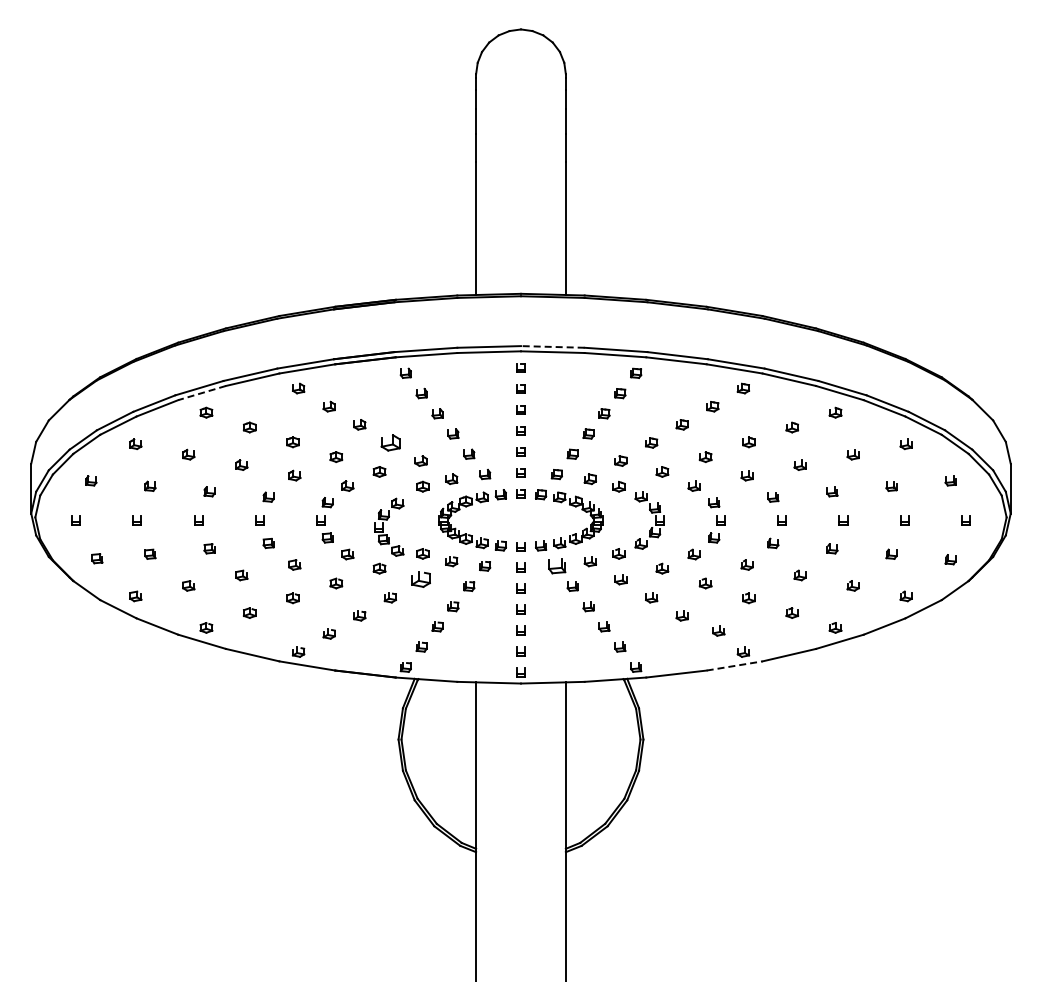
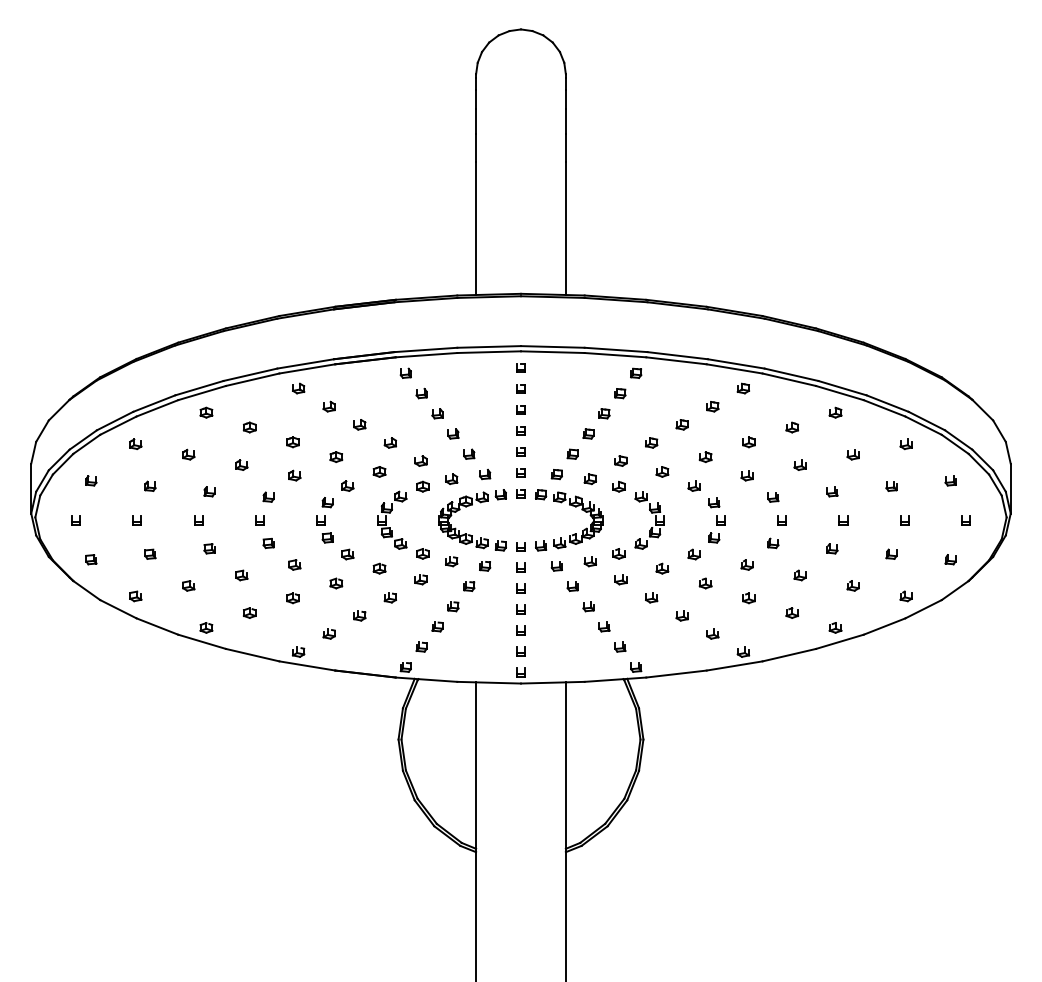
line at (552, 346): dashed -> solid
line at (202, 393): dashed -> solid
part at (390, 442) size: 21x18 px -> 14x12 px
part at (389, 526) position: (389, 526) -> (392, 519)
part at (97, 558) position: (97, 558) -> (91, 559)
part at (557, 566) size: 19x17 px -> 13x11 px
part at (420, 579) size: 20x17 px -> 14x12 px
part at (718, 630) position: (718, 630) -> (712, 633)
line at (735, 665): dashed -> solid
